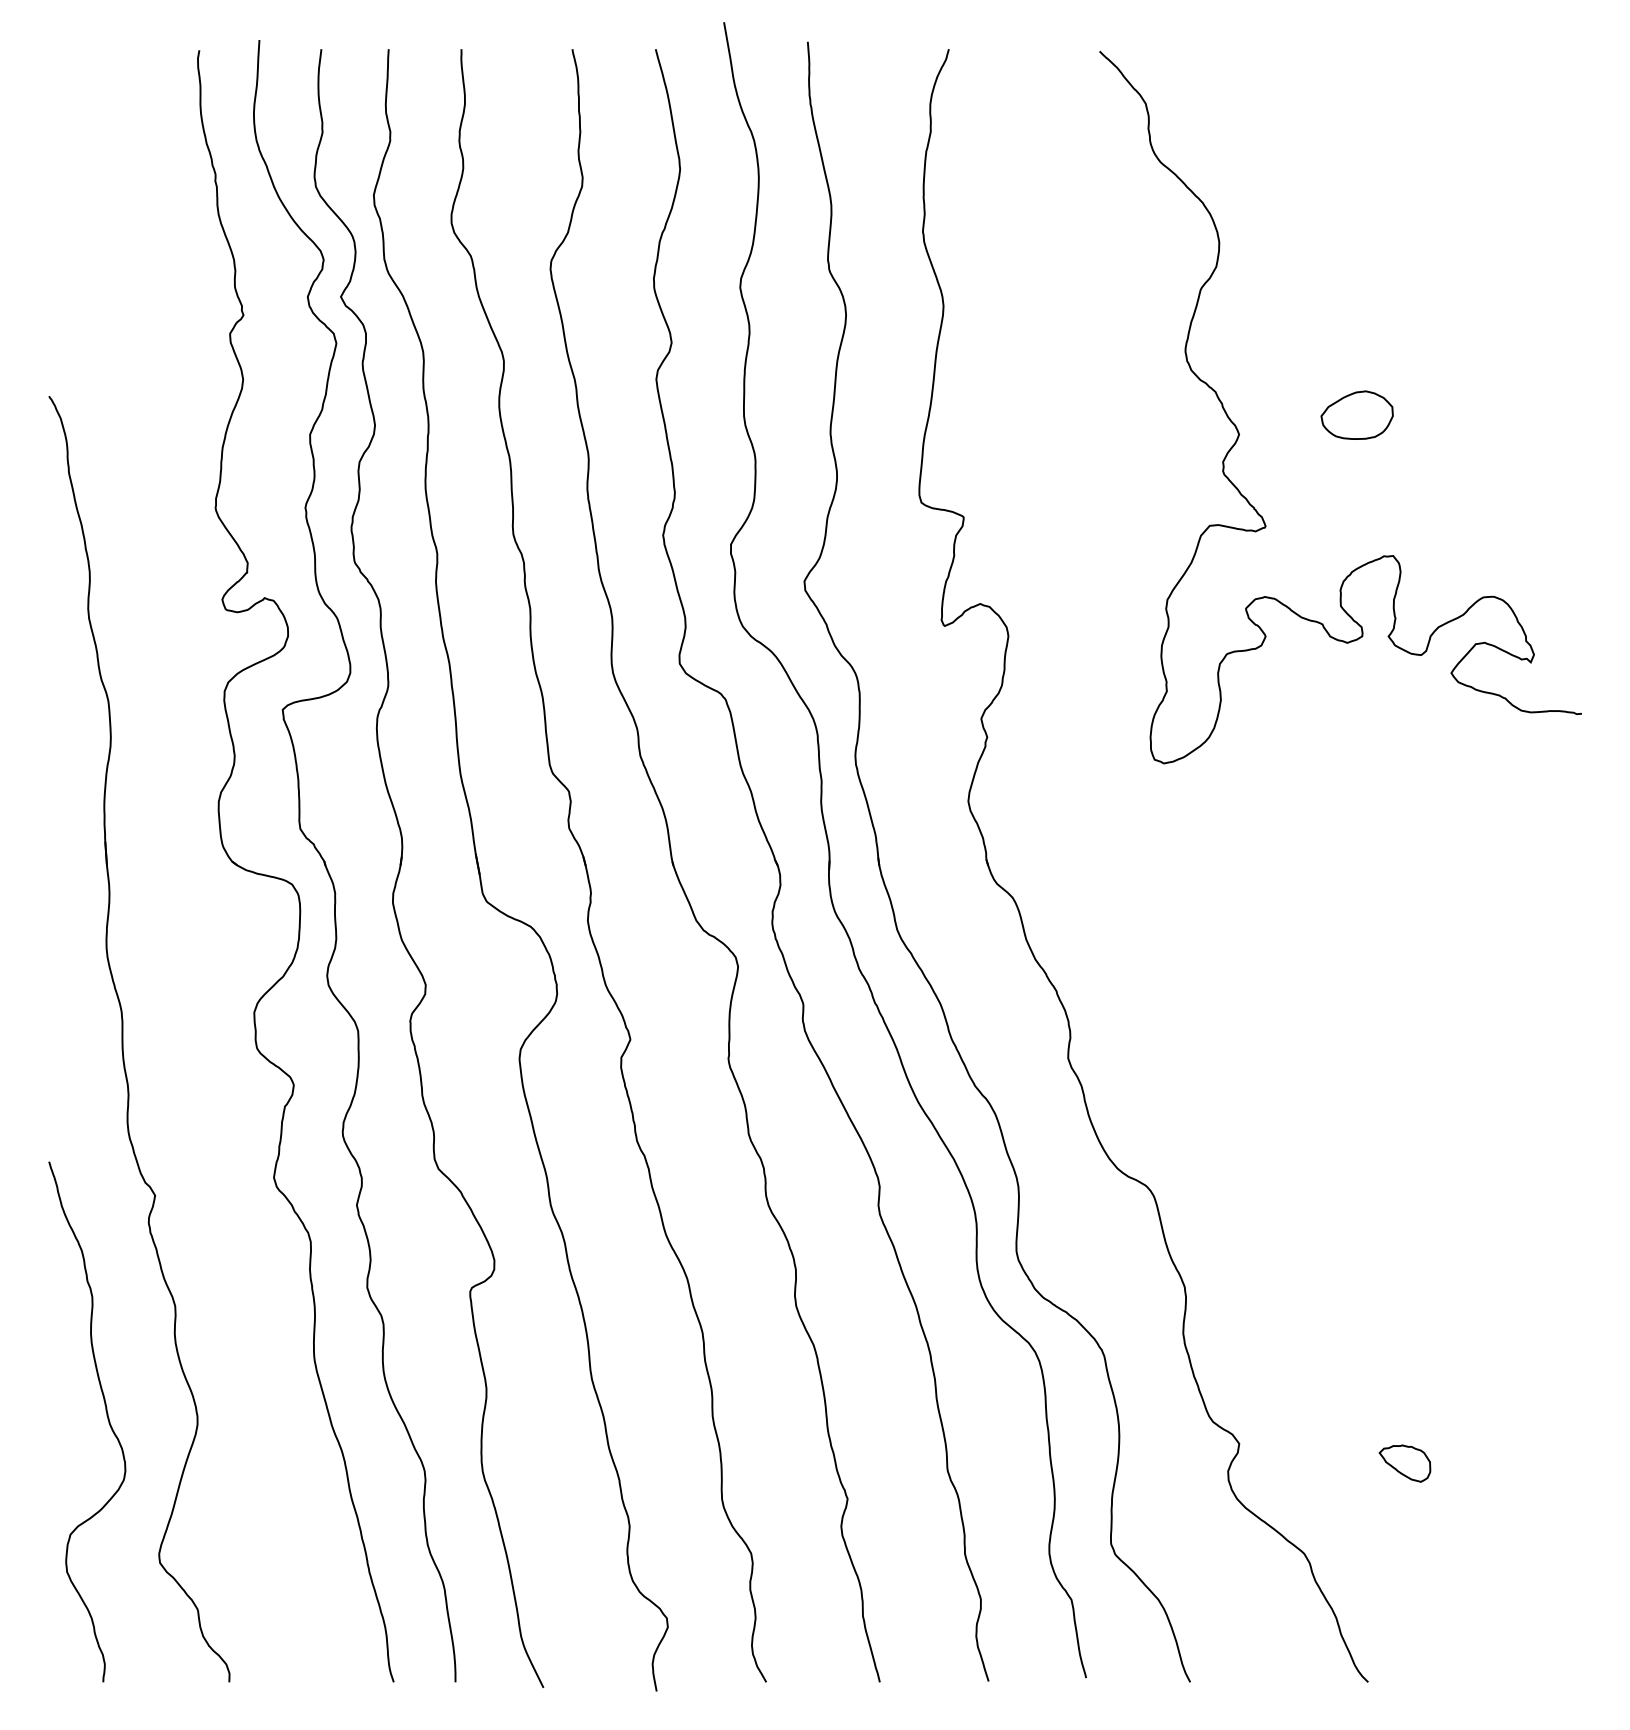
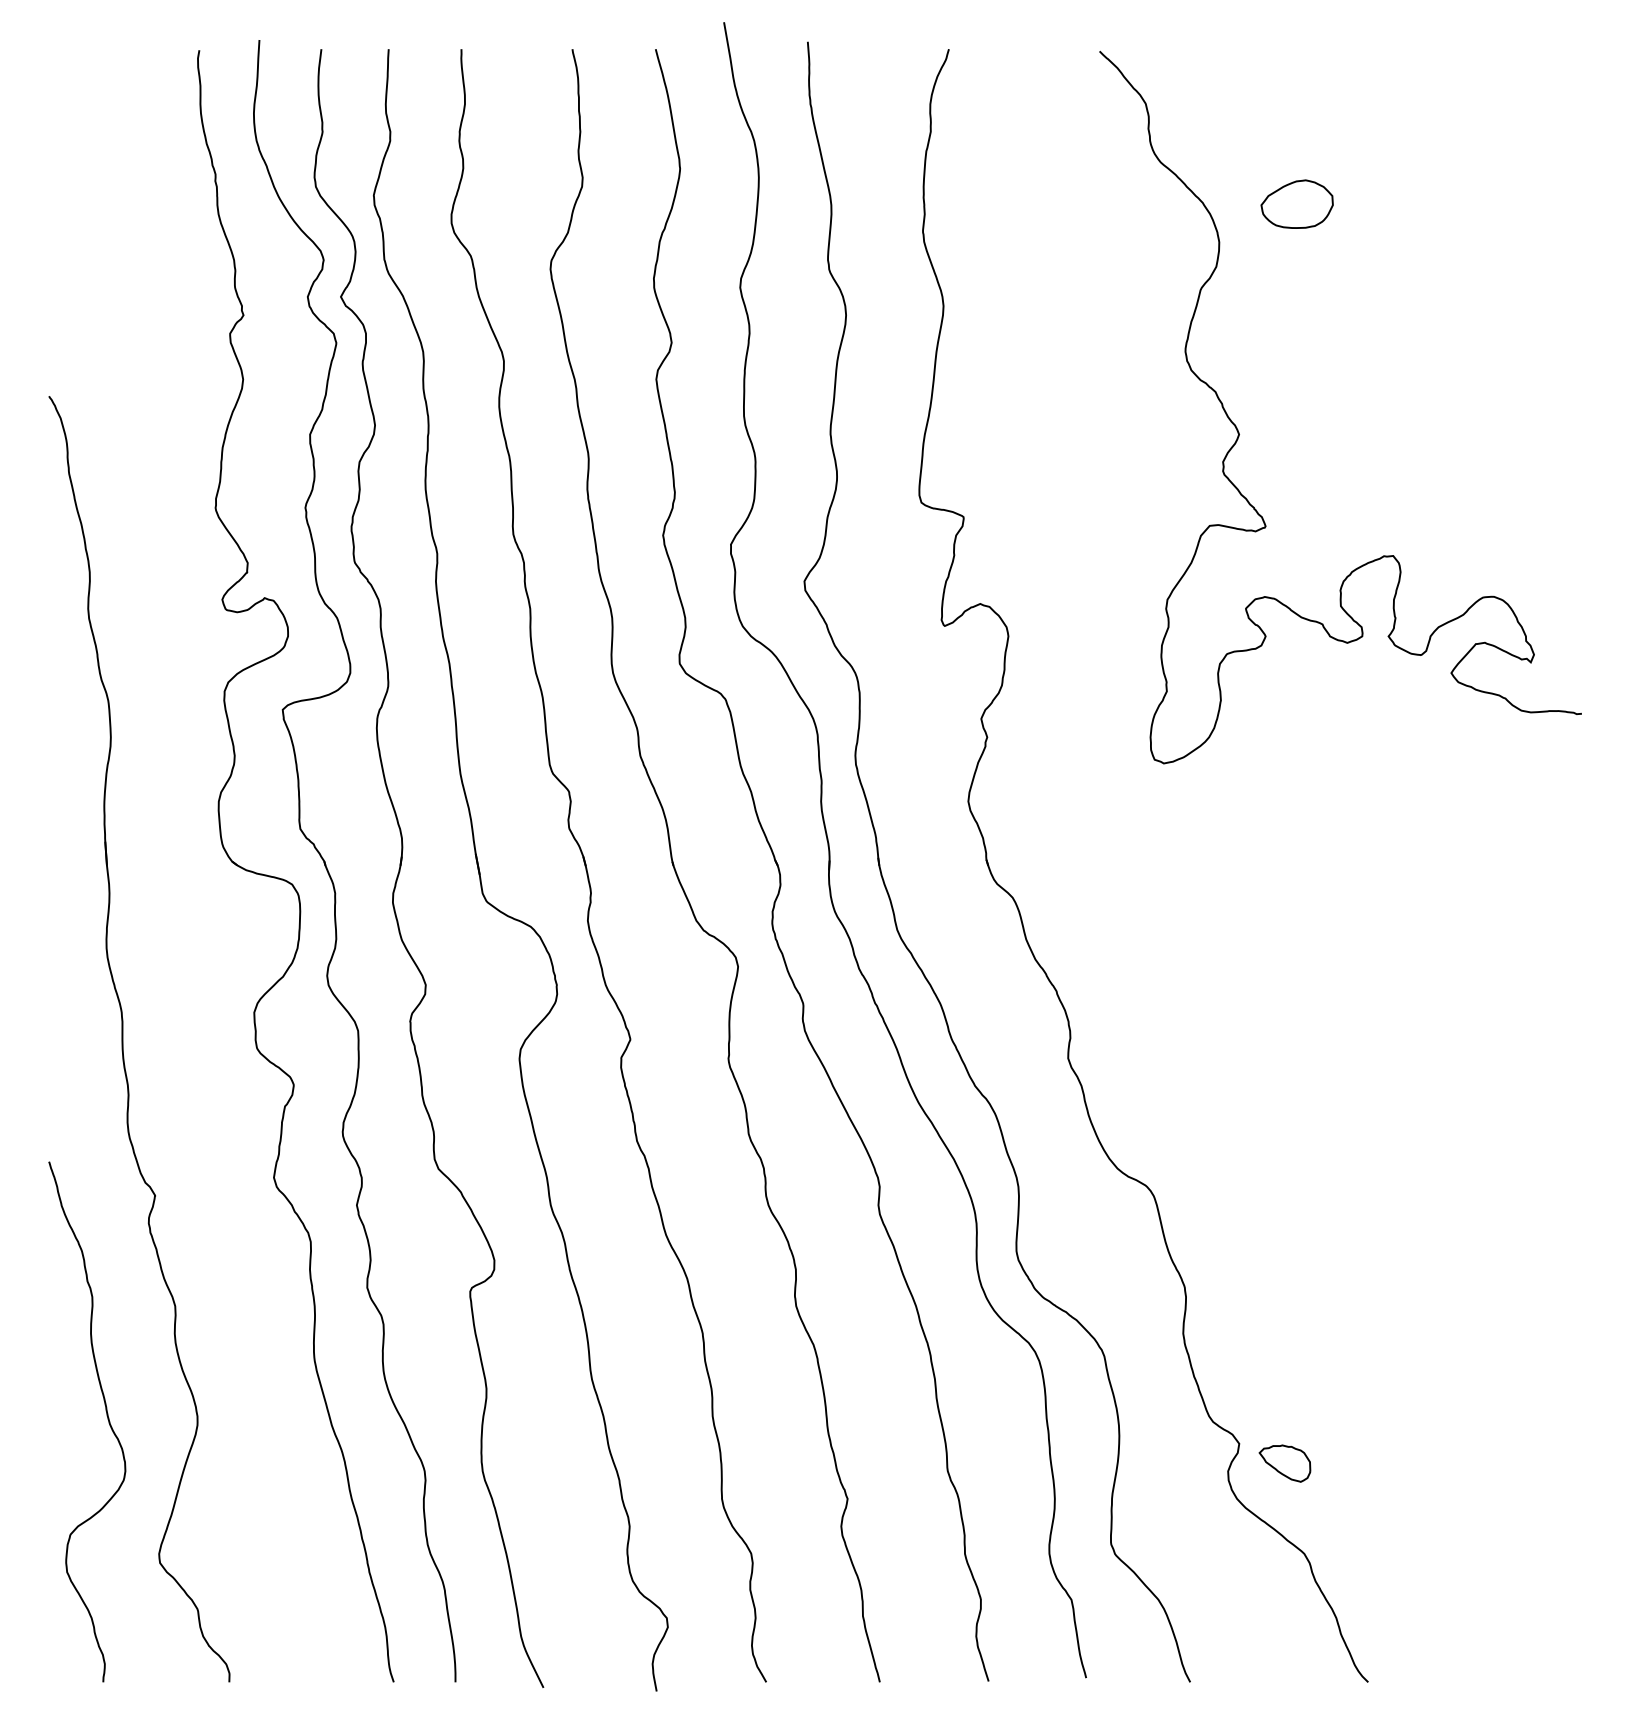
part at (1356, 414) position: (1356, 414) -> (1296, 203)
part at (1404, 1463) position: (1404, 1463) -> (1284, 1463)
